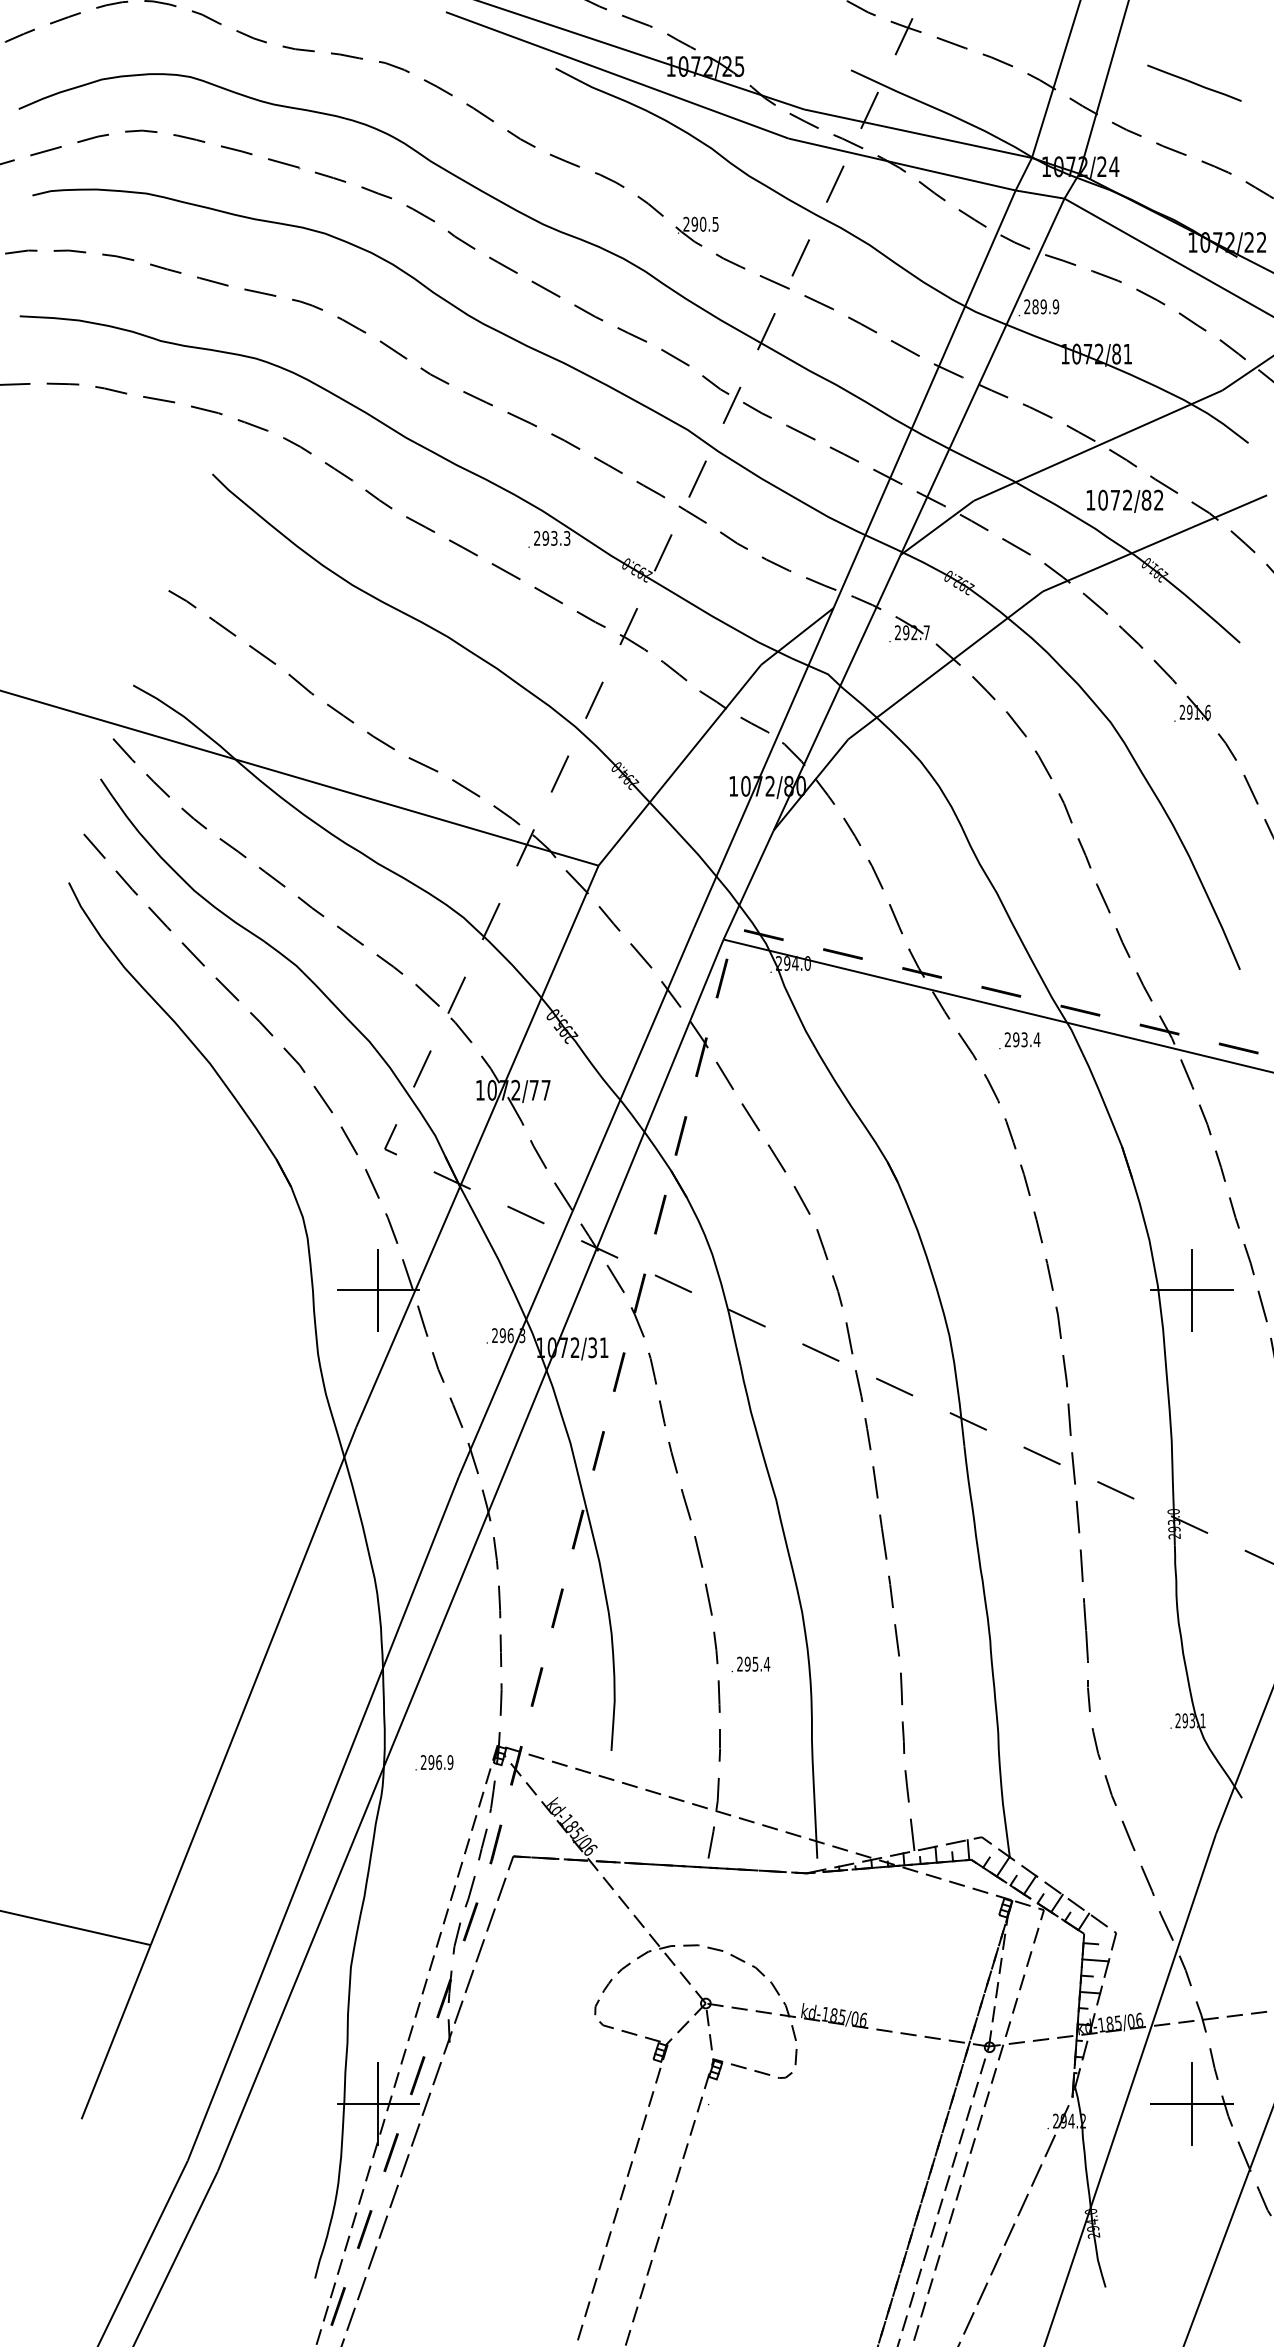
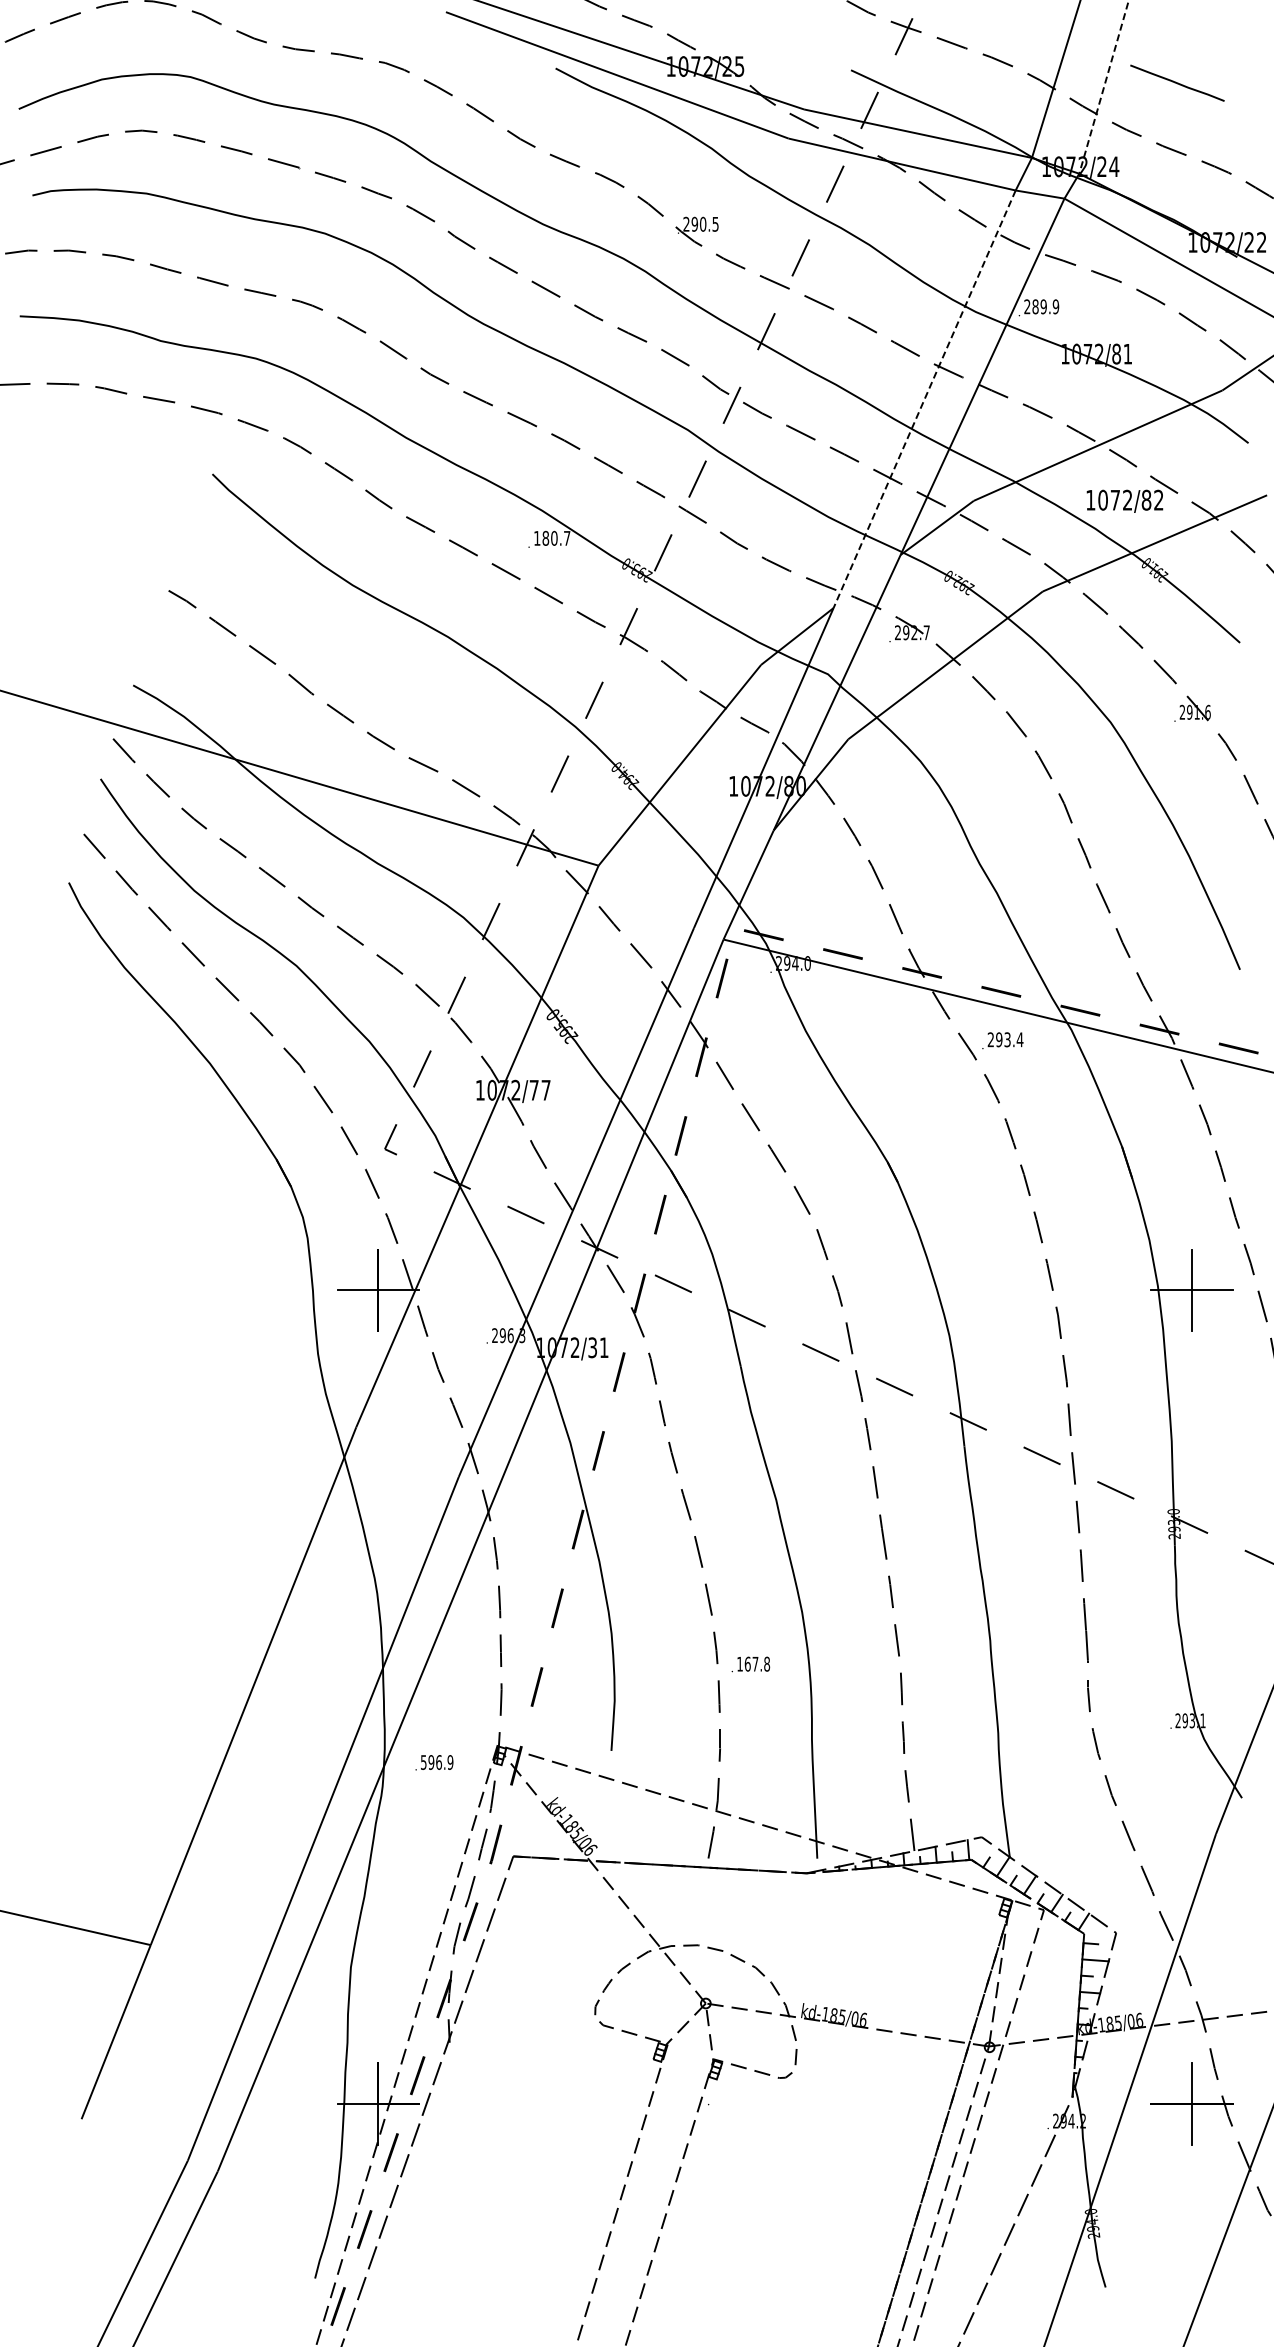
line at (1194, 82) position: (1194, 82) -> (1177, 82)
line at (1104, 87): solid -> dashed
line at (924, 399): solid -> dashed
text at (552, 537): 293.3 -> 180.7
text at (1019, 1040) position: (1019, 1040) -> (1002, 1040)
text at (753, 1663): 295.4 -> 167.8
text at (423, 1762): 296.9 -> 596.9
